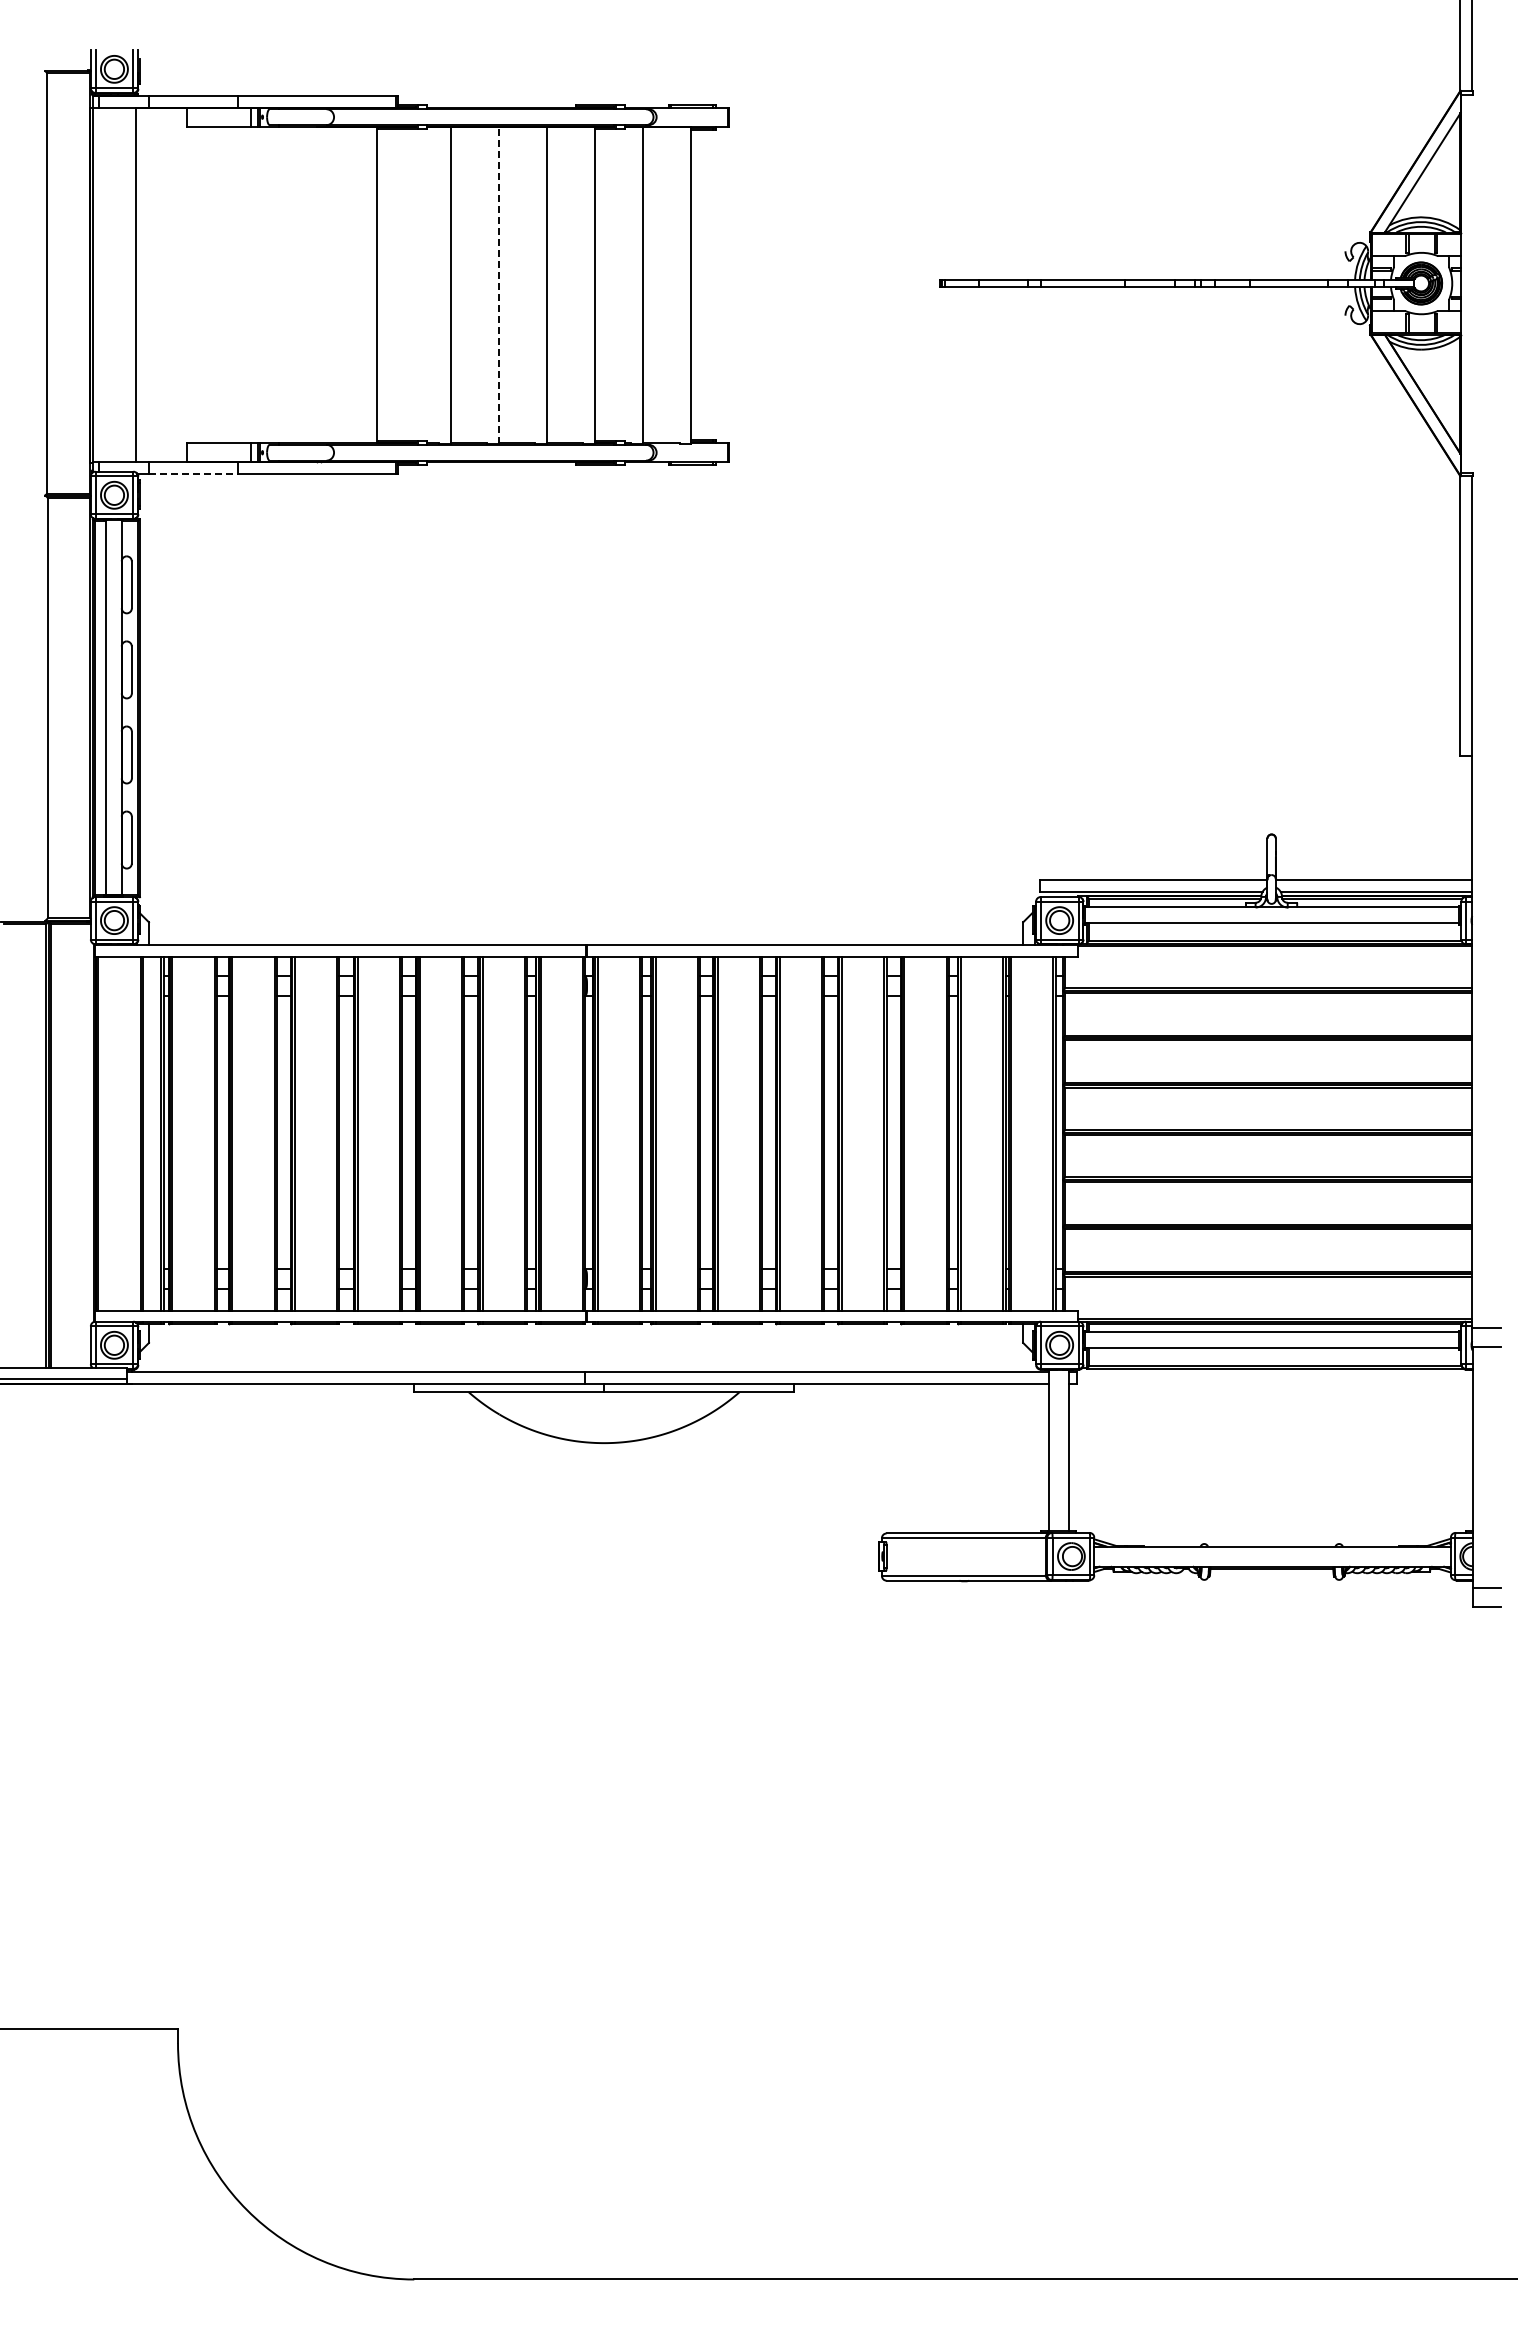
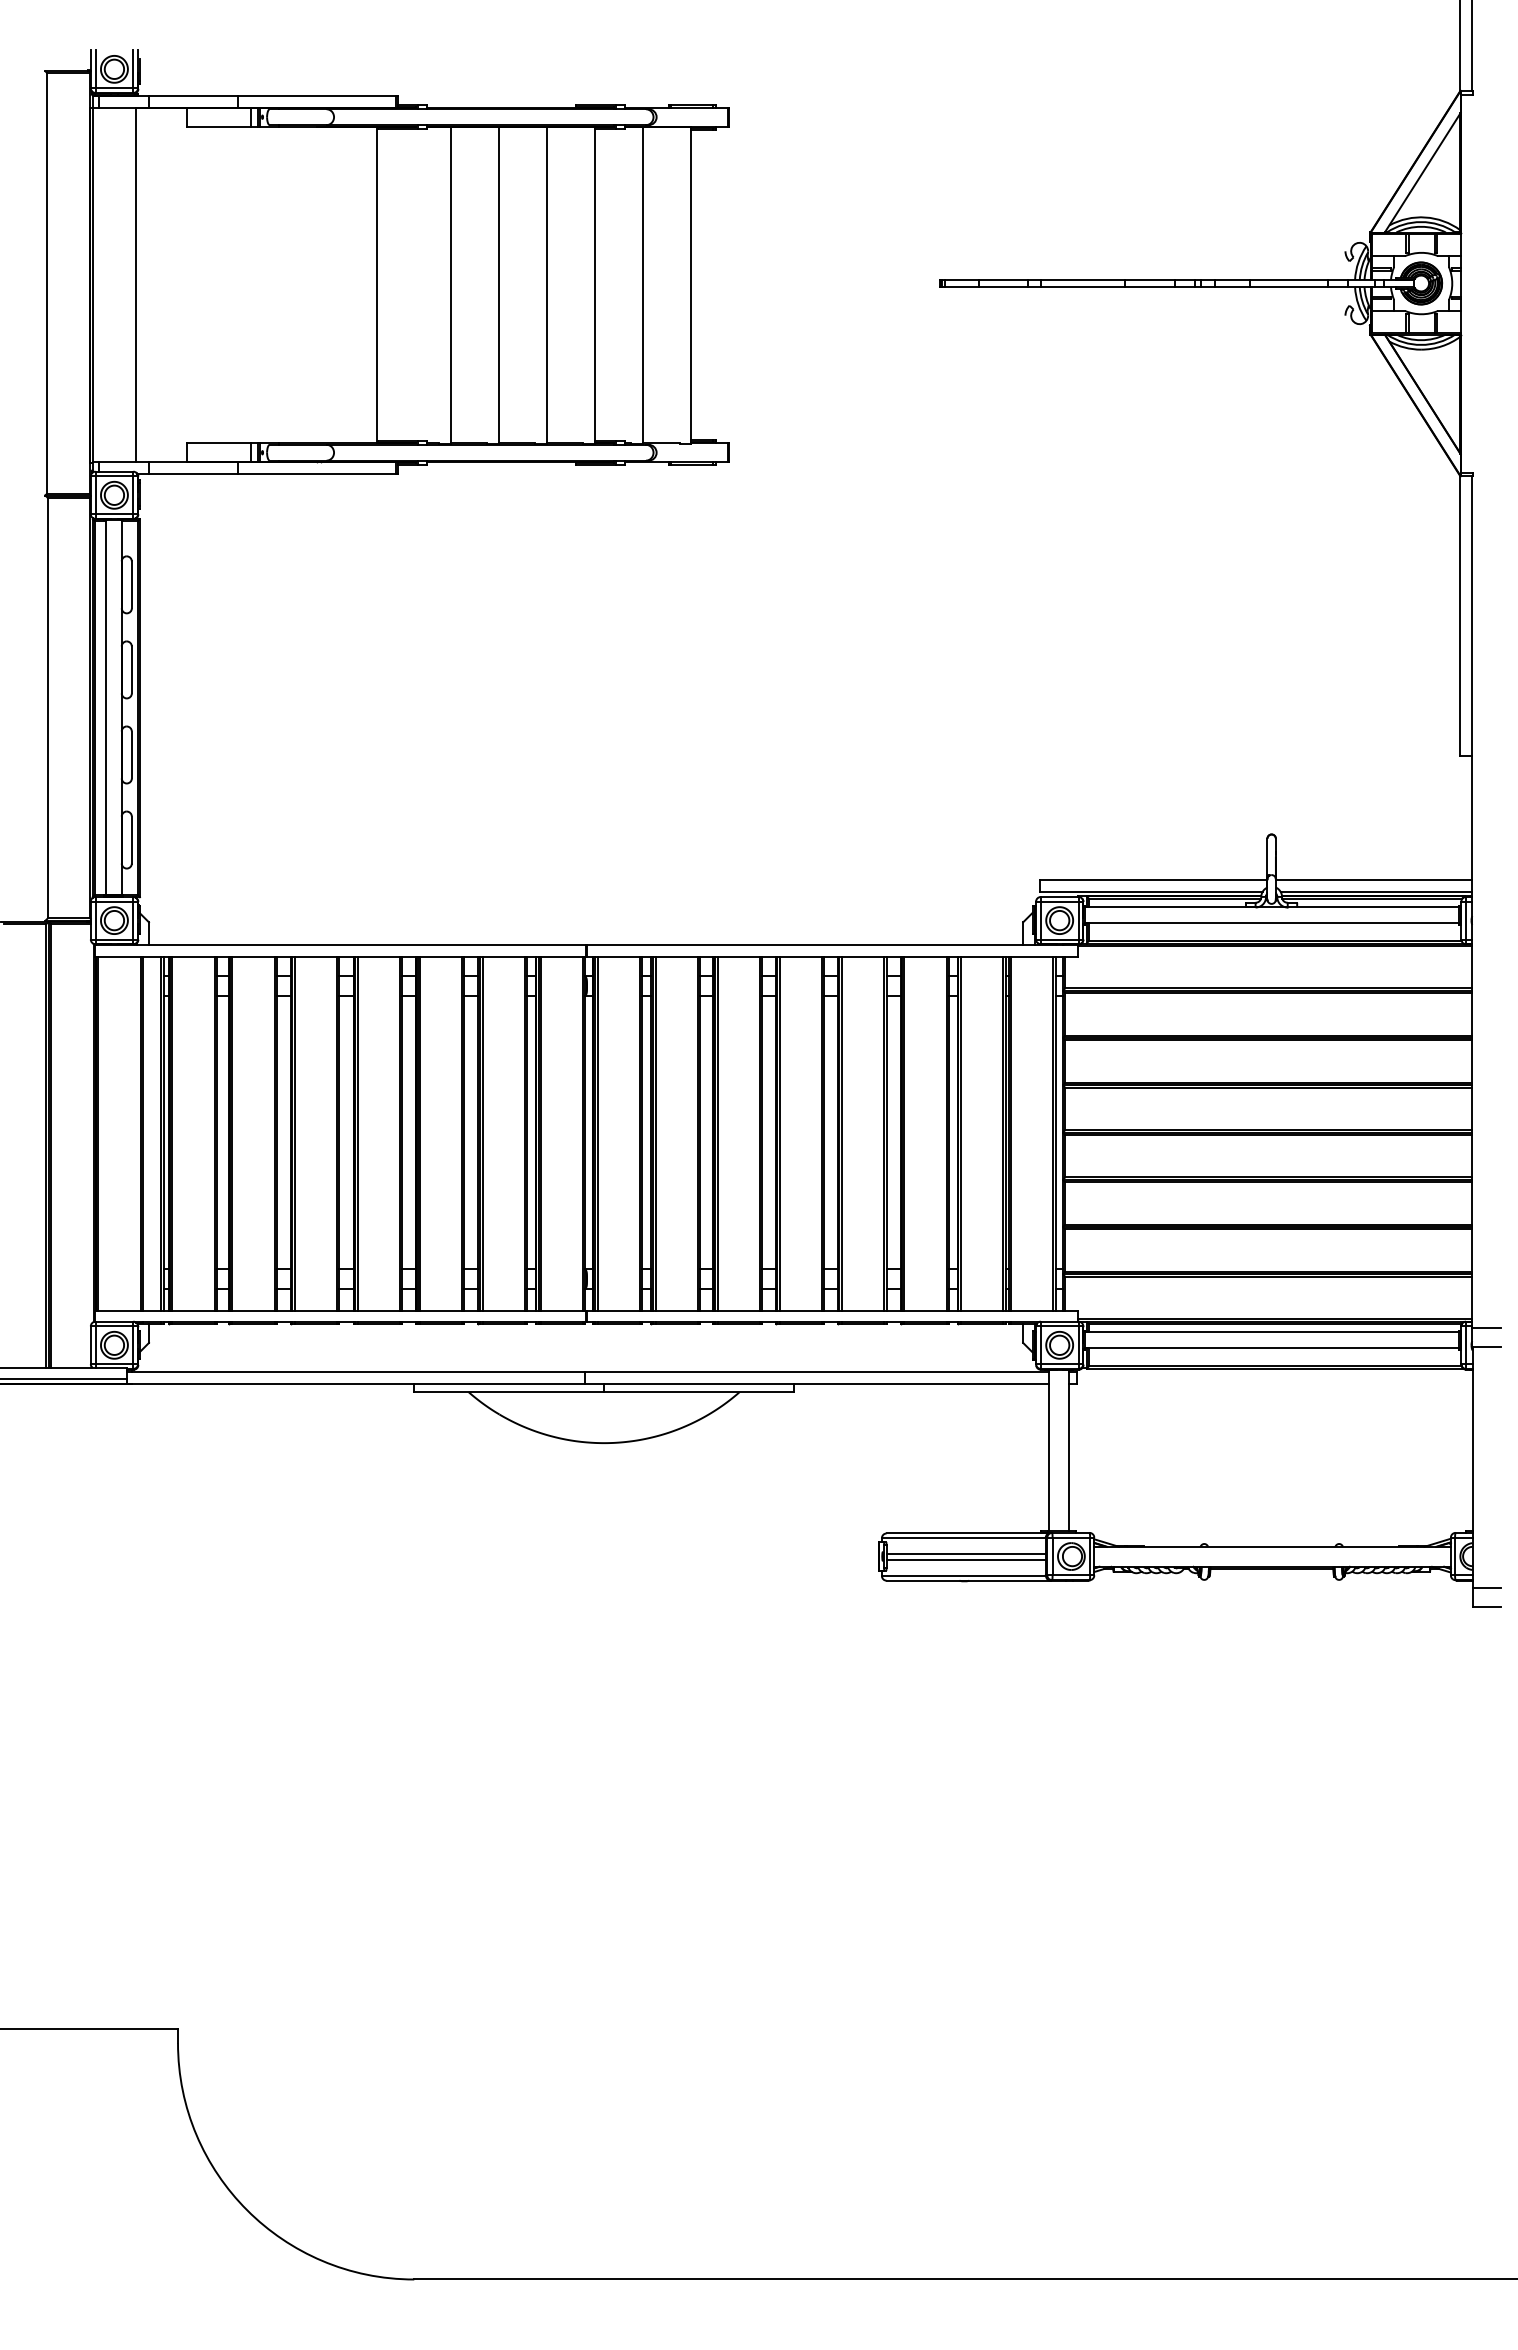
line at (498, 285): dashed -> solid
line at (193, 473): dashed -> solid
line at (965, 1553): none -> present
line at (965, 1560): none -> present
